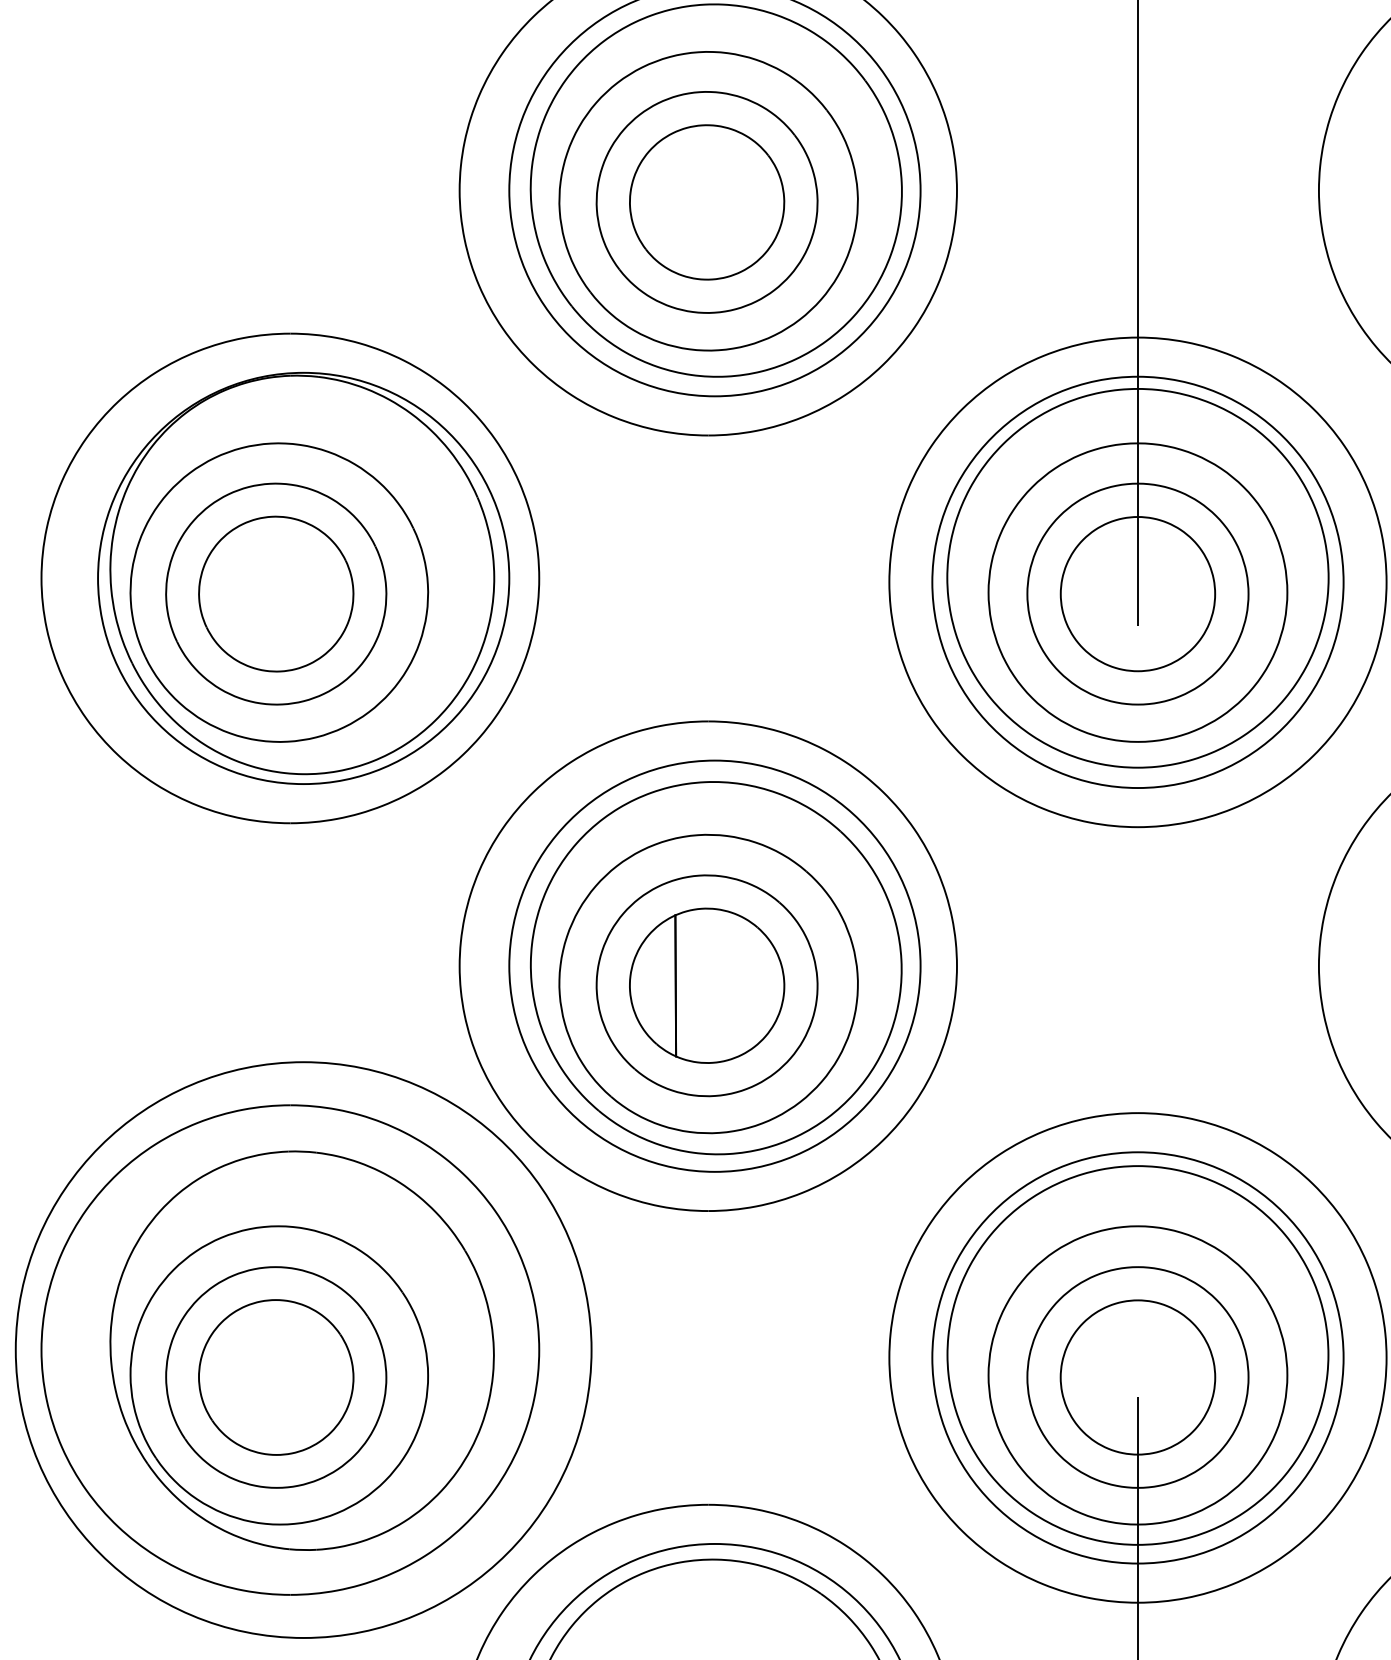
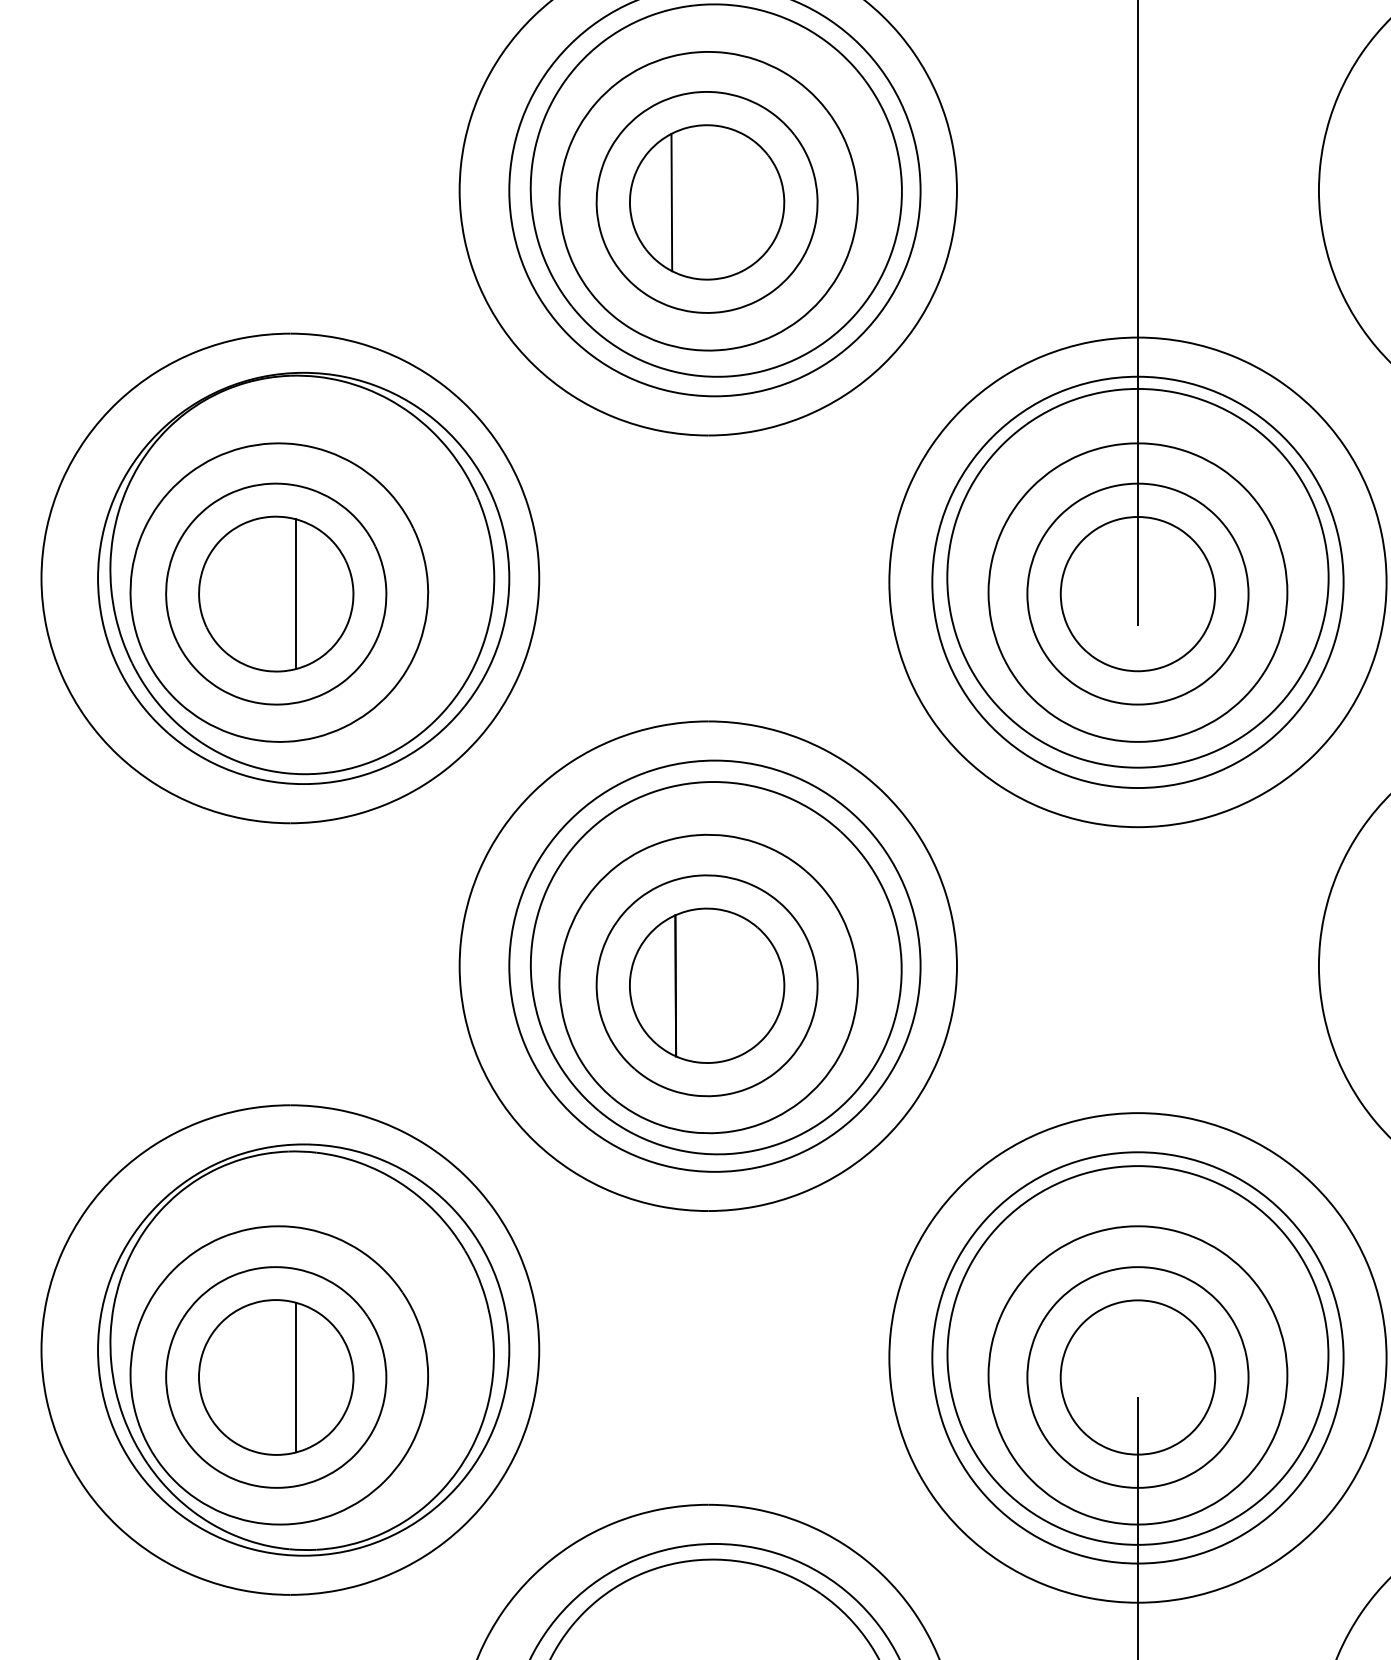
line at (671, 202): none -> present
line at (295, 594): none -> present
circle at (303, 1349) diameter: 576 px -> 411 px
line at (295, 1377): none -> present
